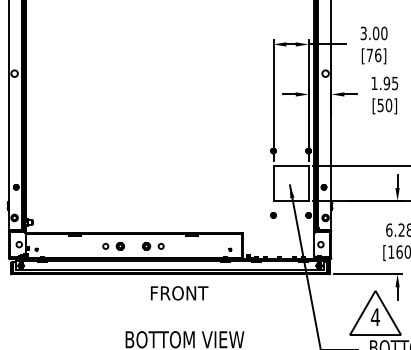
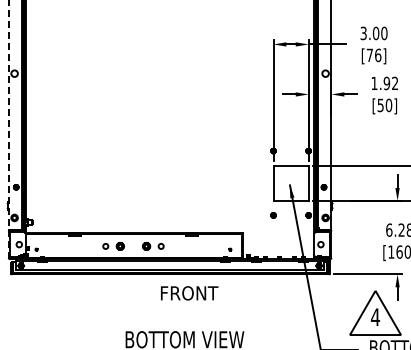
text at (395, 83): 1.95 -> 1.92
line at (8, 129): solid -> dashed
text at (179, 293) position: (179, 293) -> (189, 293)
